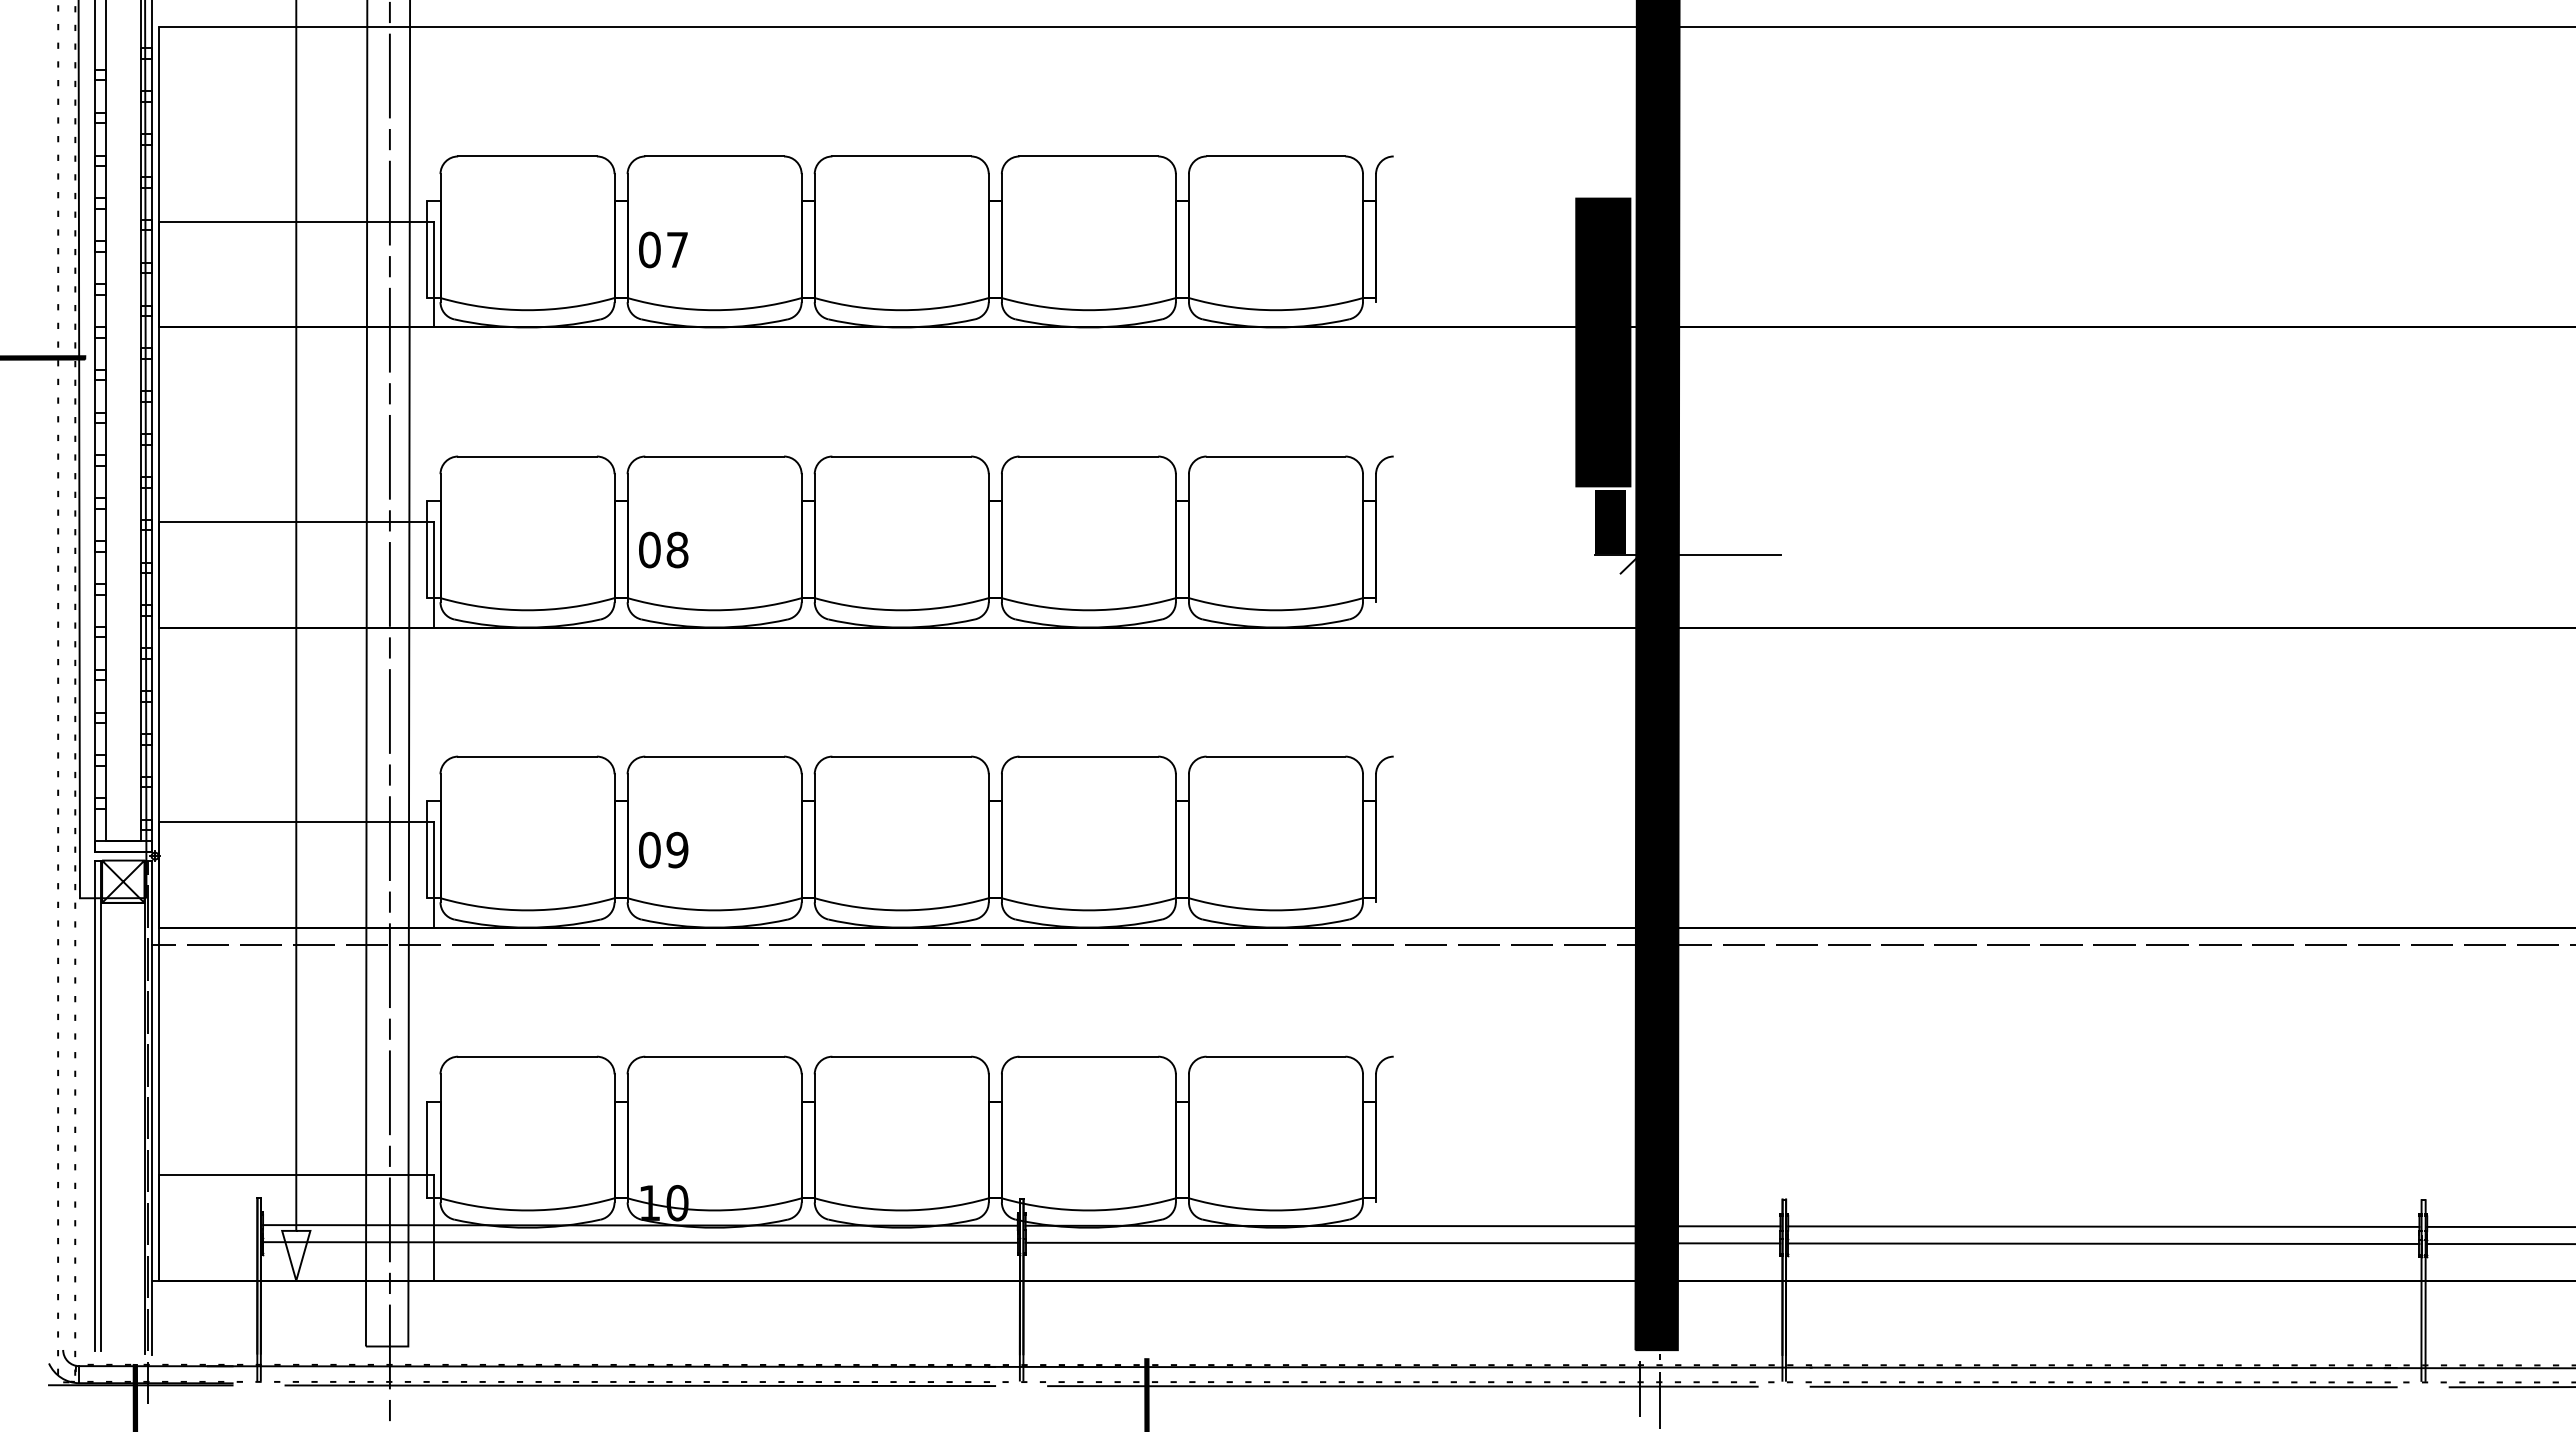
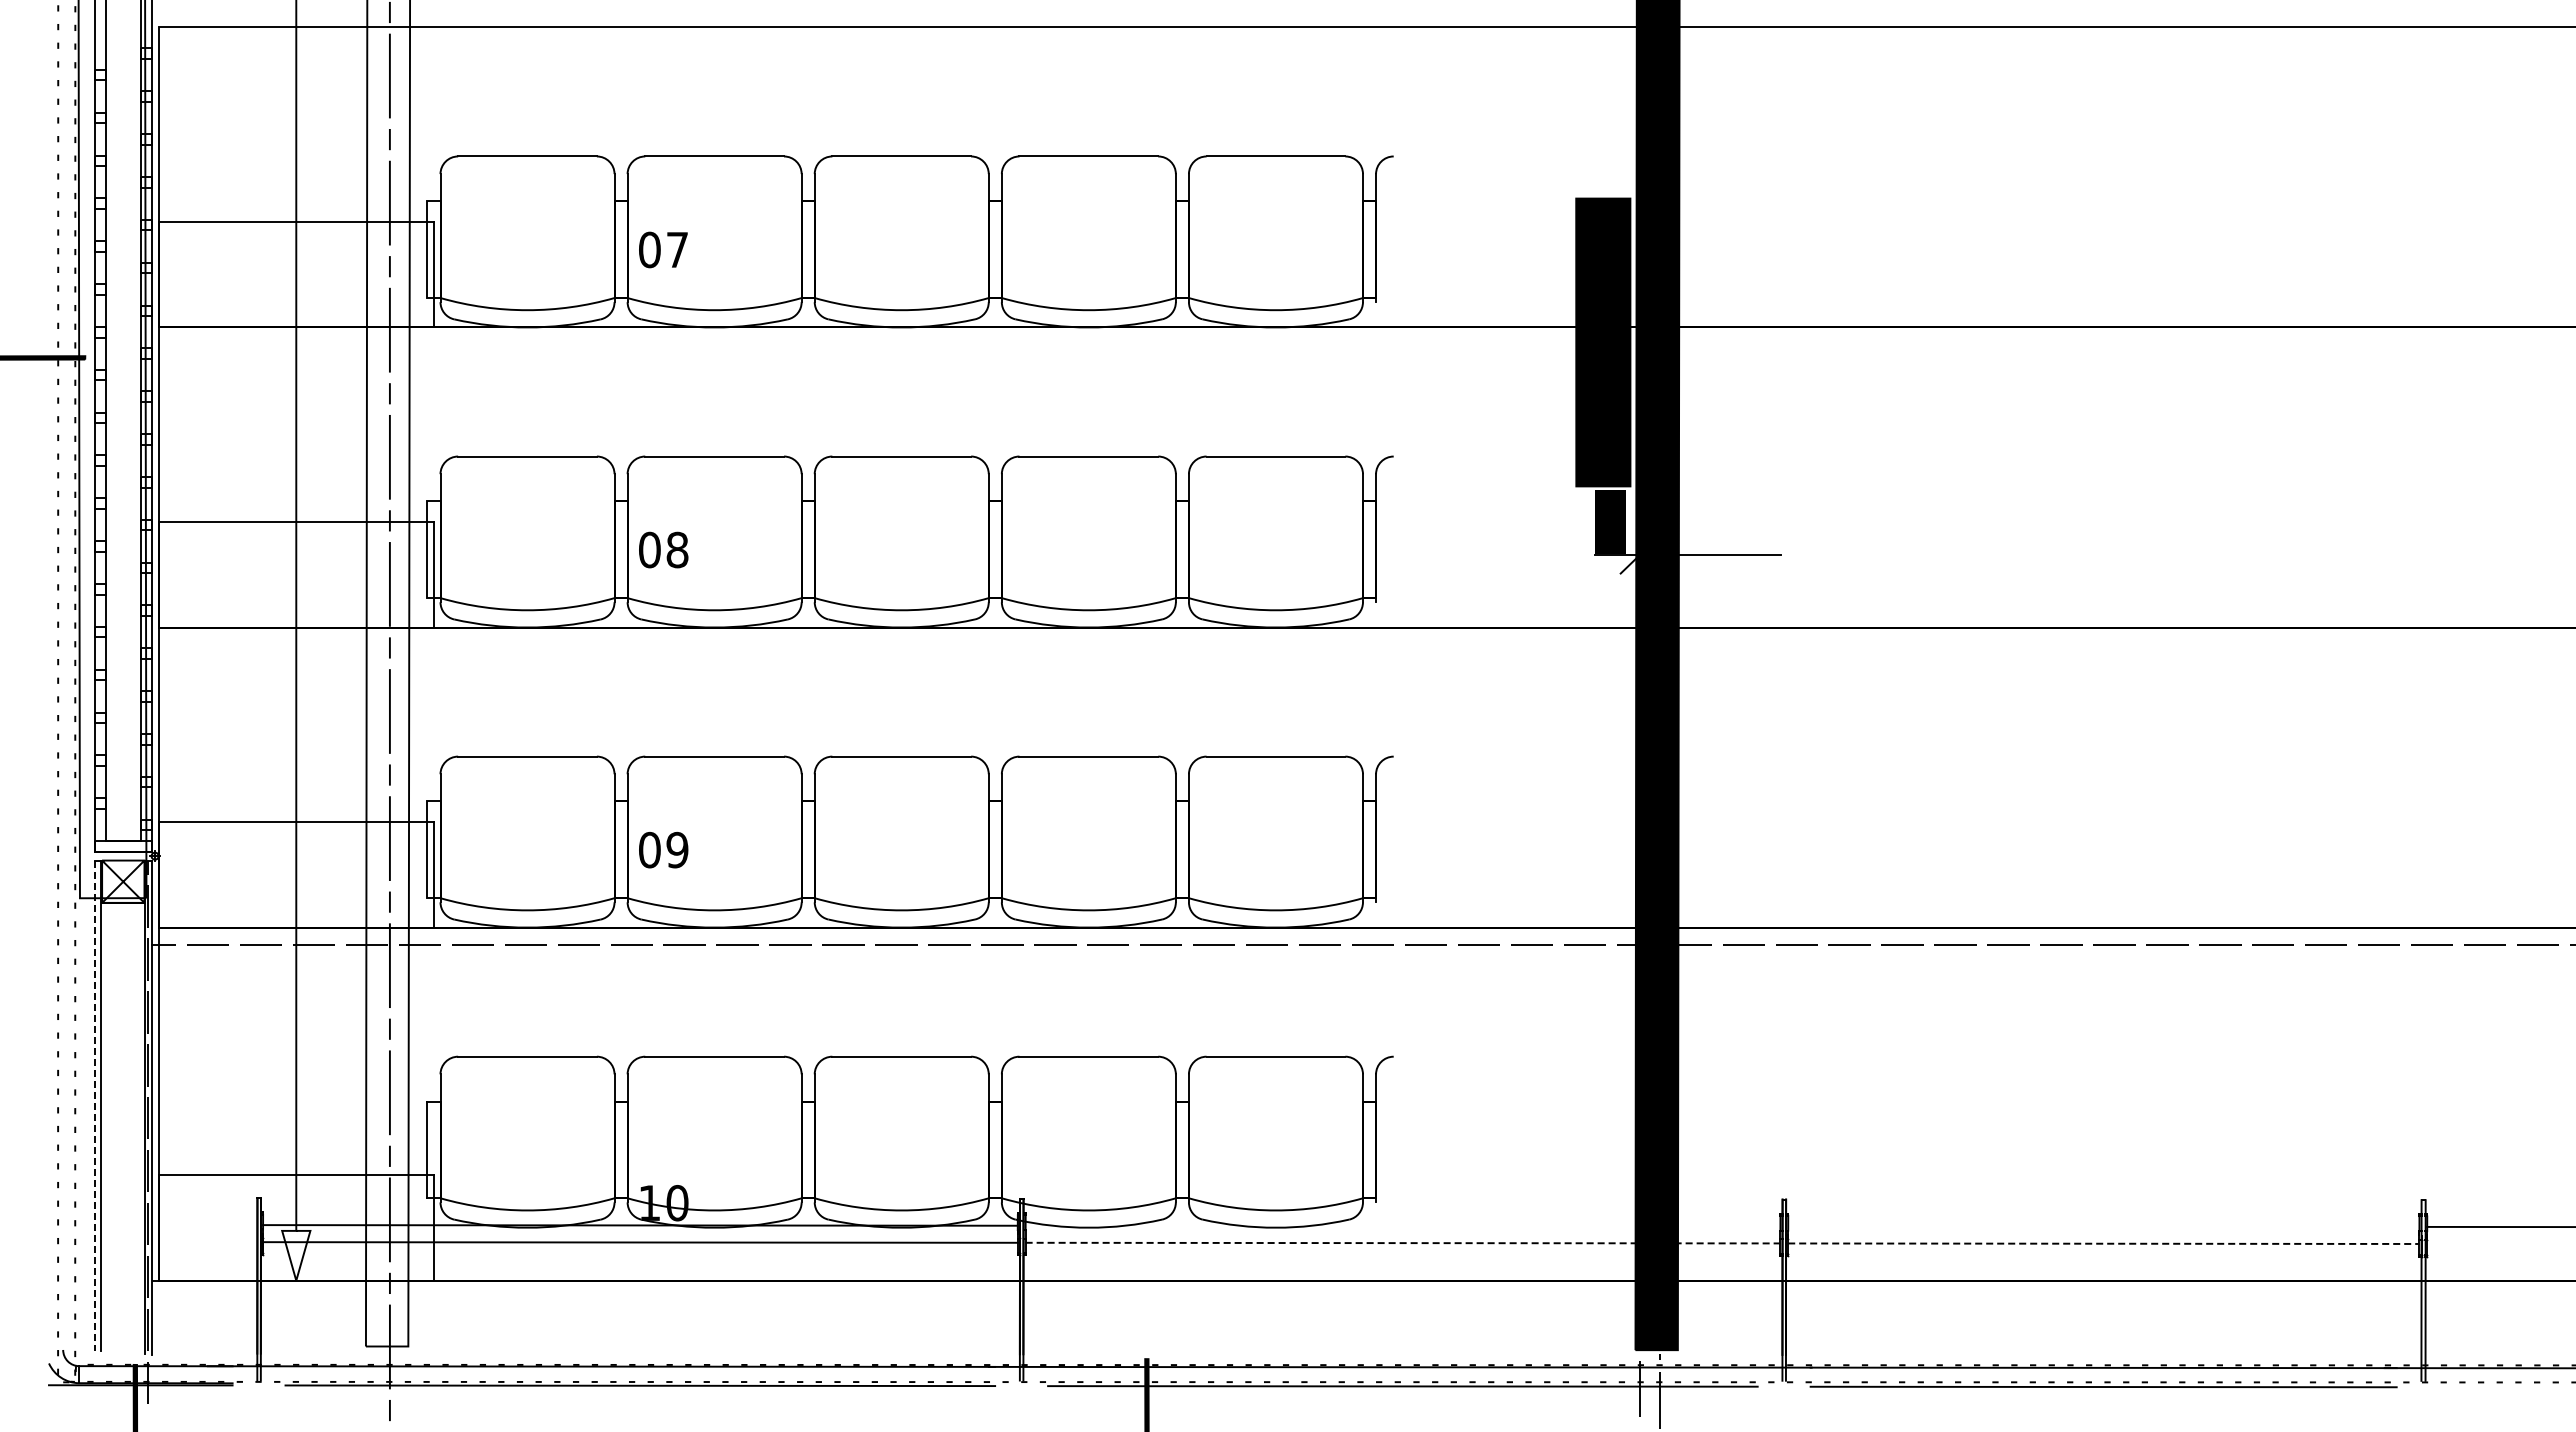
line at (95, 1106): solid -> dashed
line at (1402, 1225): present -> none
line at (2103, 1226): present -> none
line at (1403, 1243): solid -> dashed
line at (2103, 1243): solid -> dashed
line at (2499, 1244): present -> none
line at (2510, 1387): present -> none
